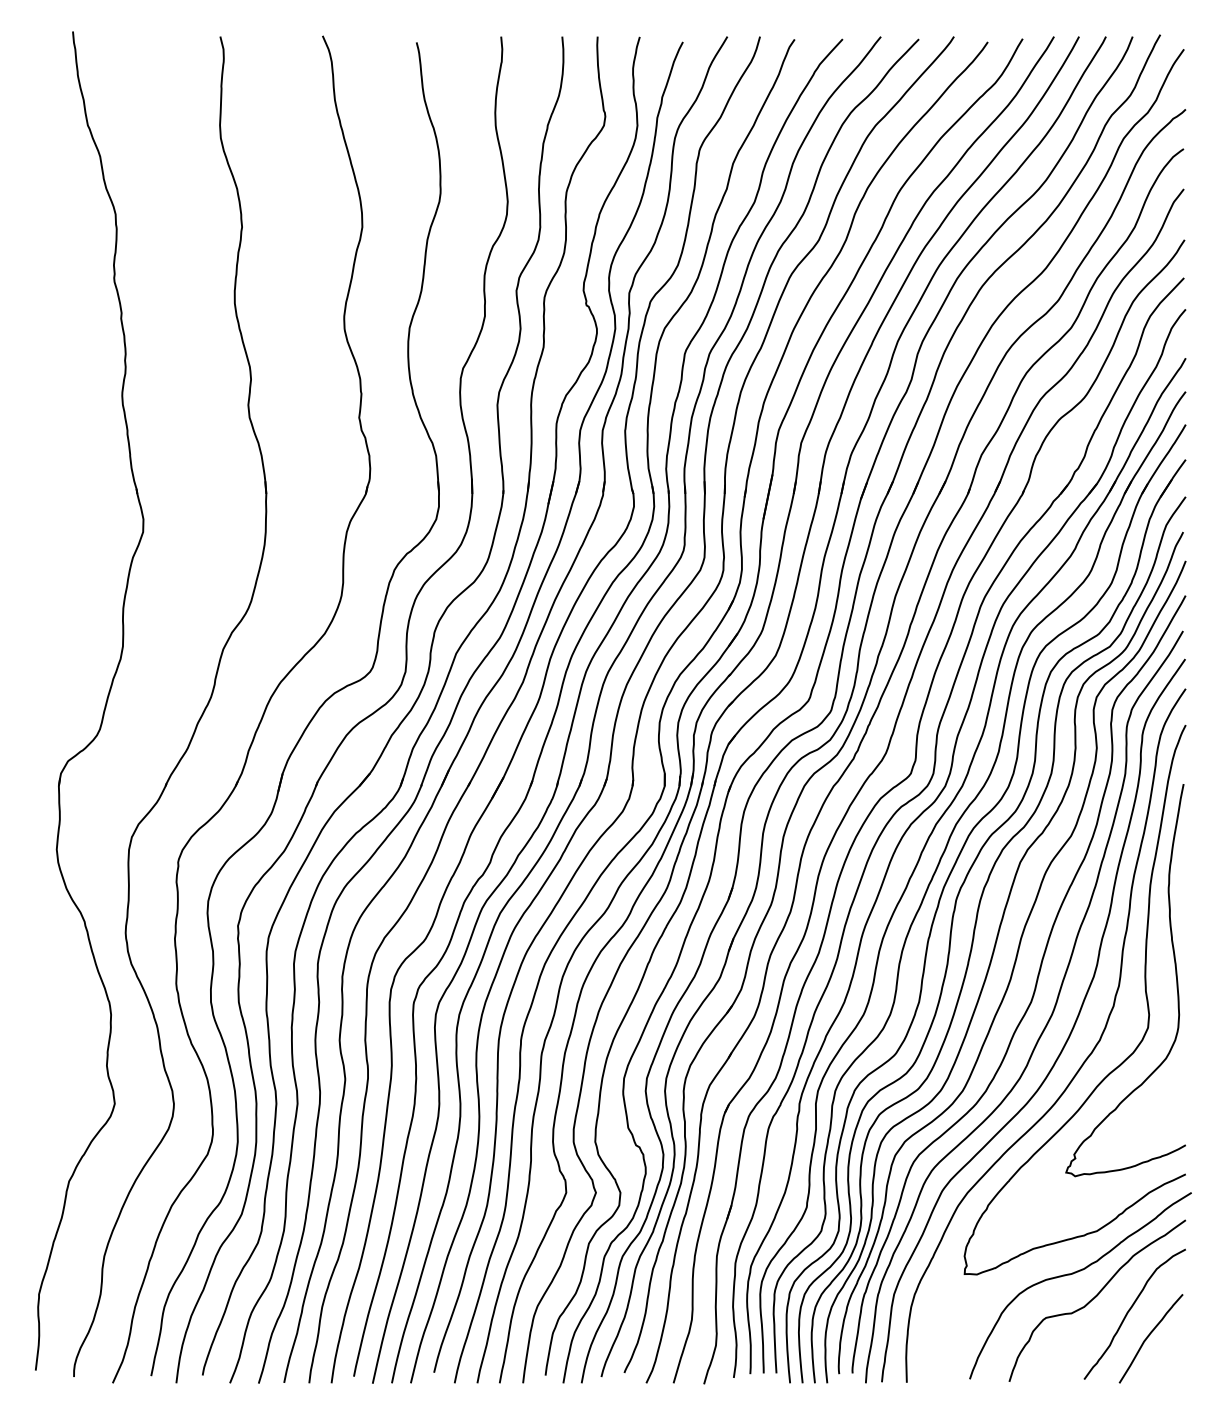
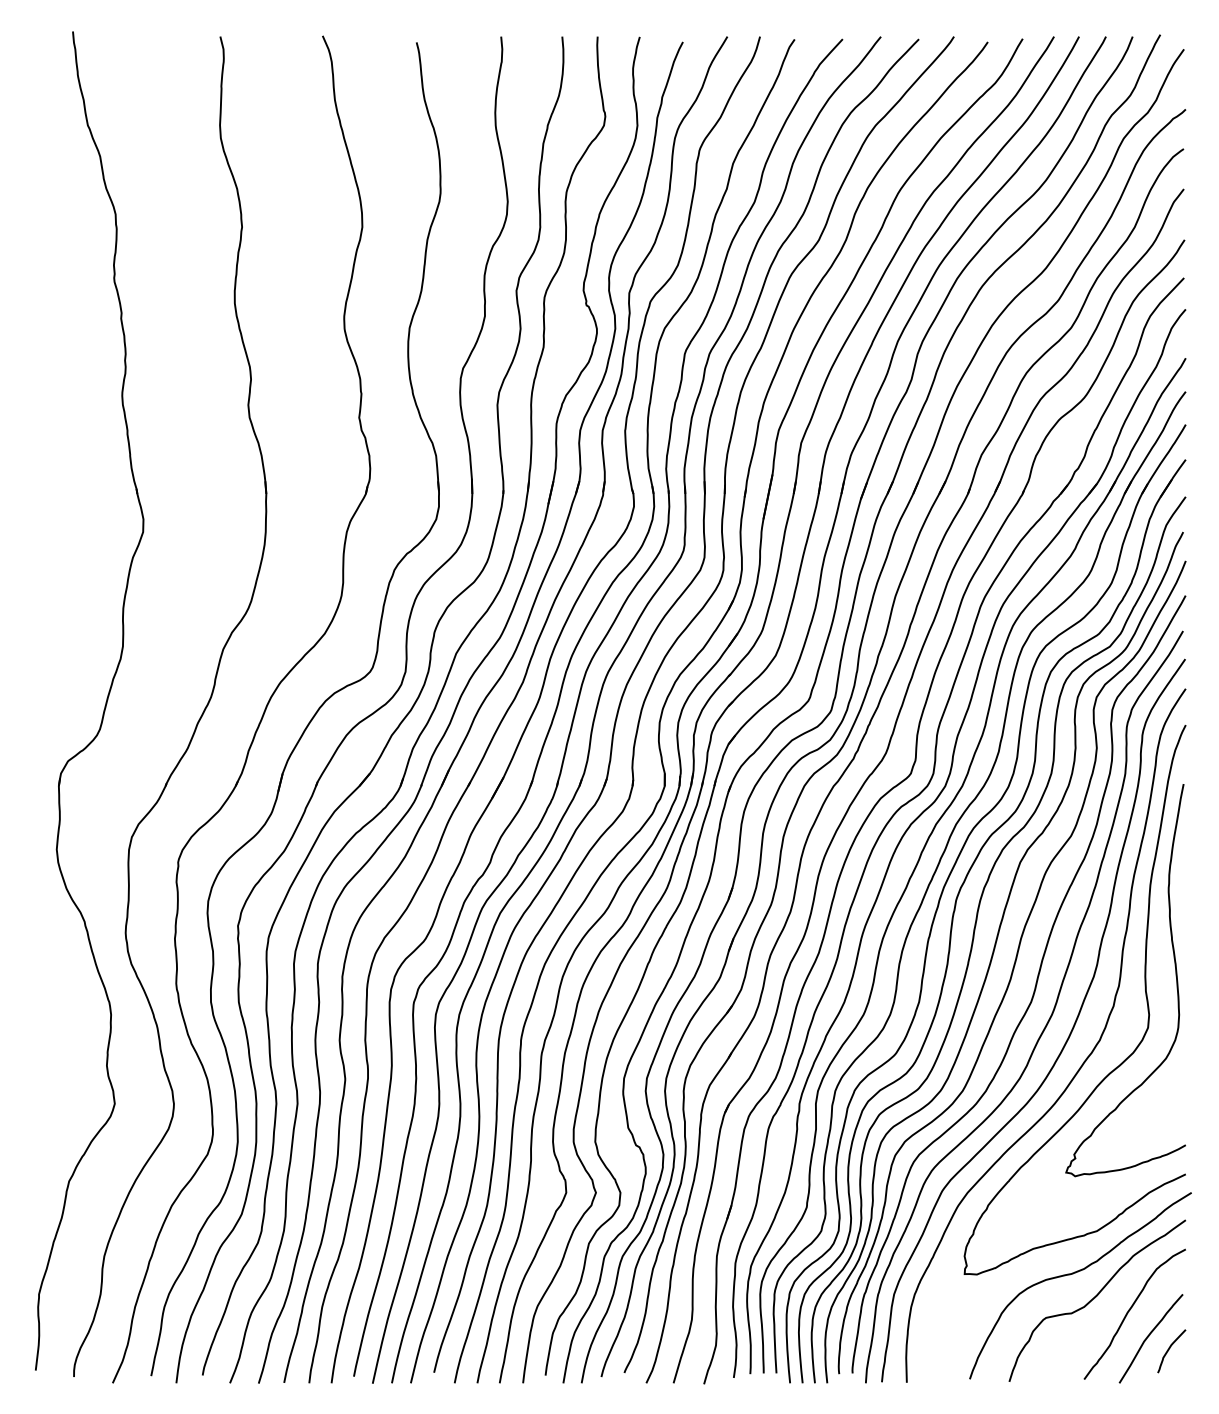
curve at (1169, 1350): none -> present
